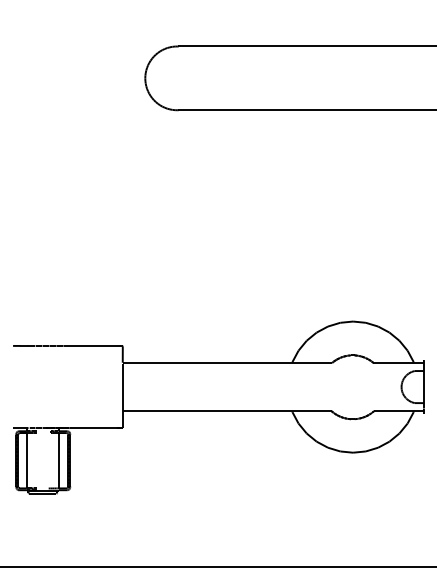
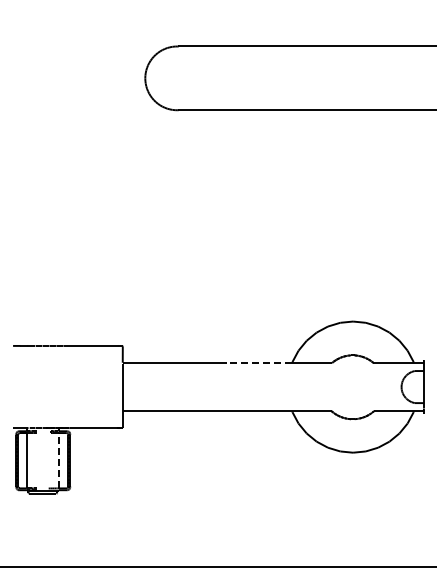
line at (259, 362): solid -> dashed
line at (58, 460): solid -> dashed
